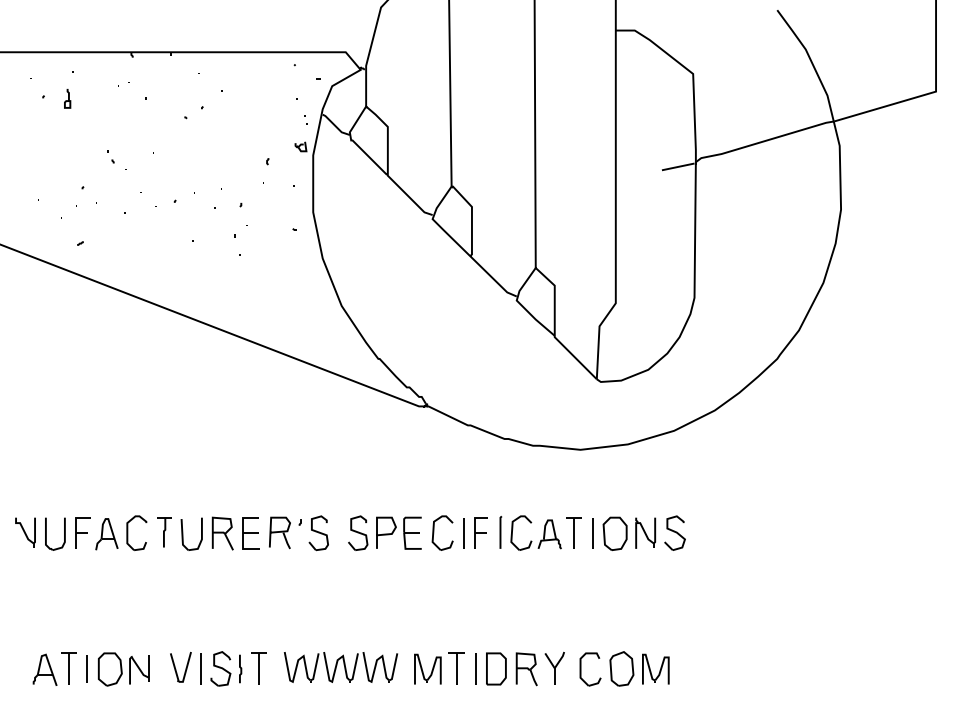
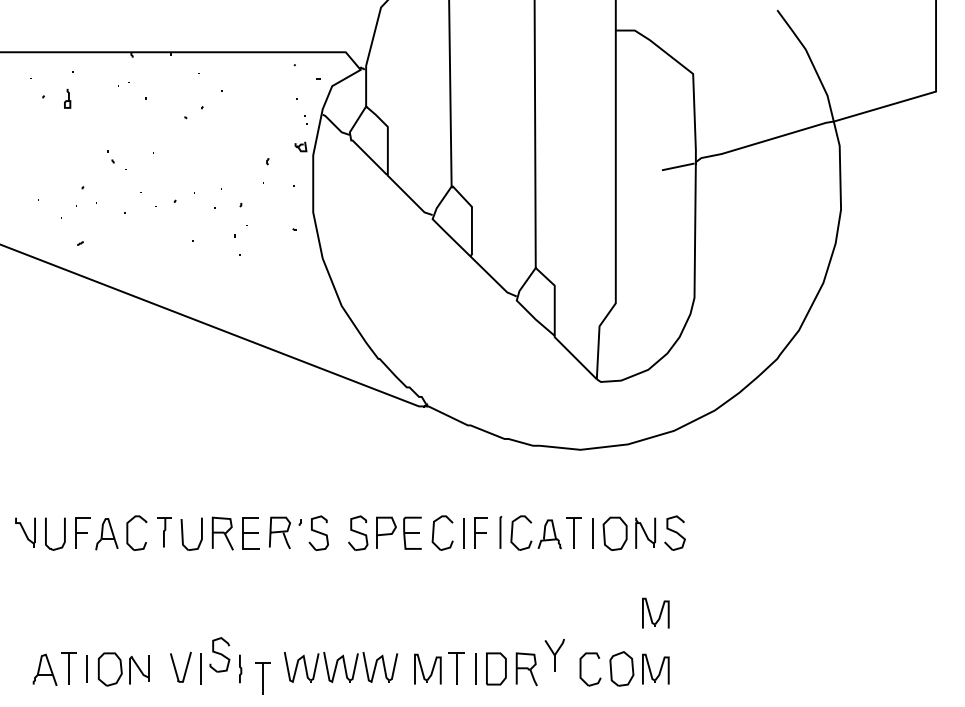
part at (655, 612): none -> present
part at (554, 667) position: (554, 667) -> (554, 654)
part at (220, 668) position: (220, 668) -> (219, 654)
part at (258, 668) position: (258, 668) -> (262, 678)
